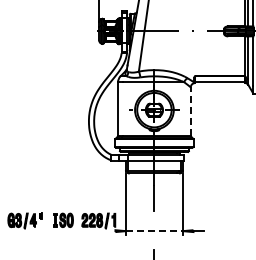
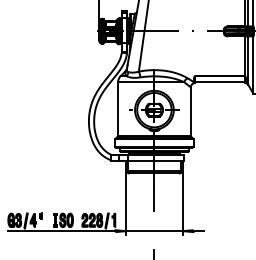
line at (190, 111): dashed -> solid
line at (61, 231): none -> present
line at (154, 231): dashed -> solid
